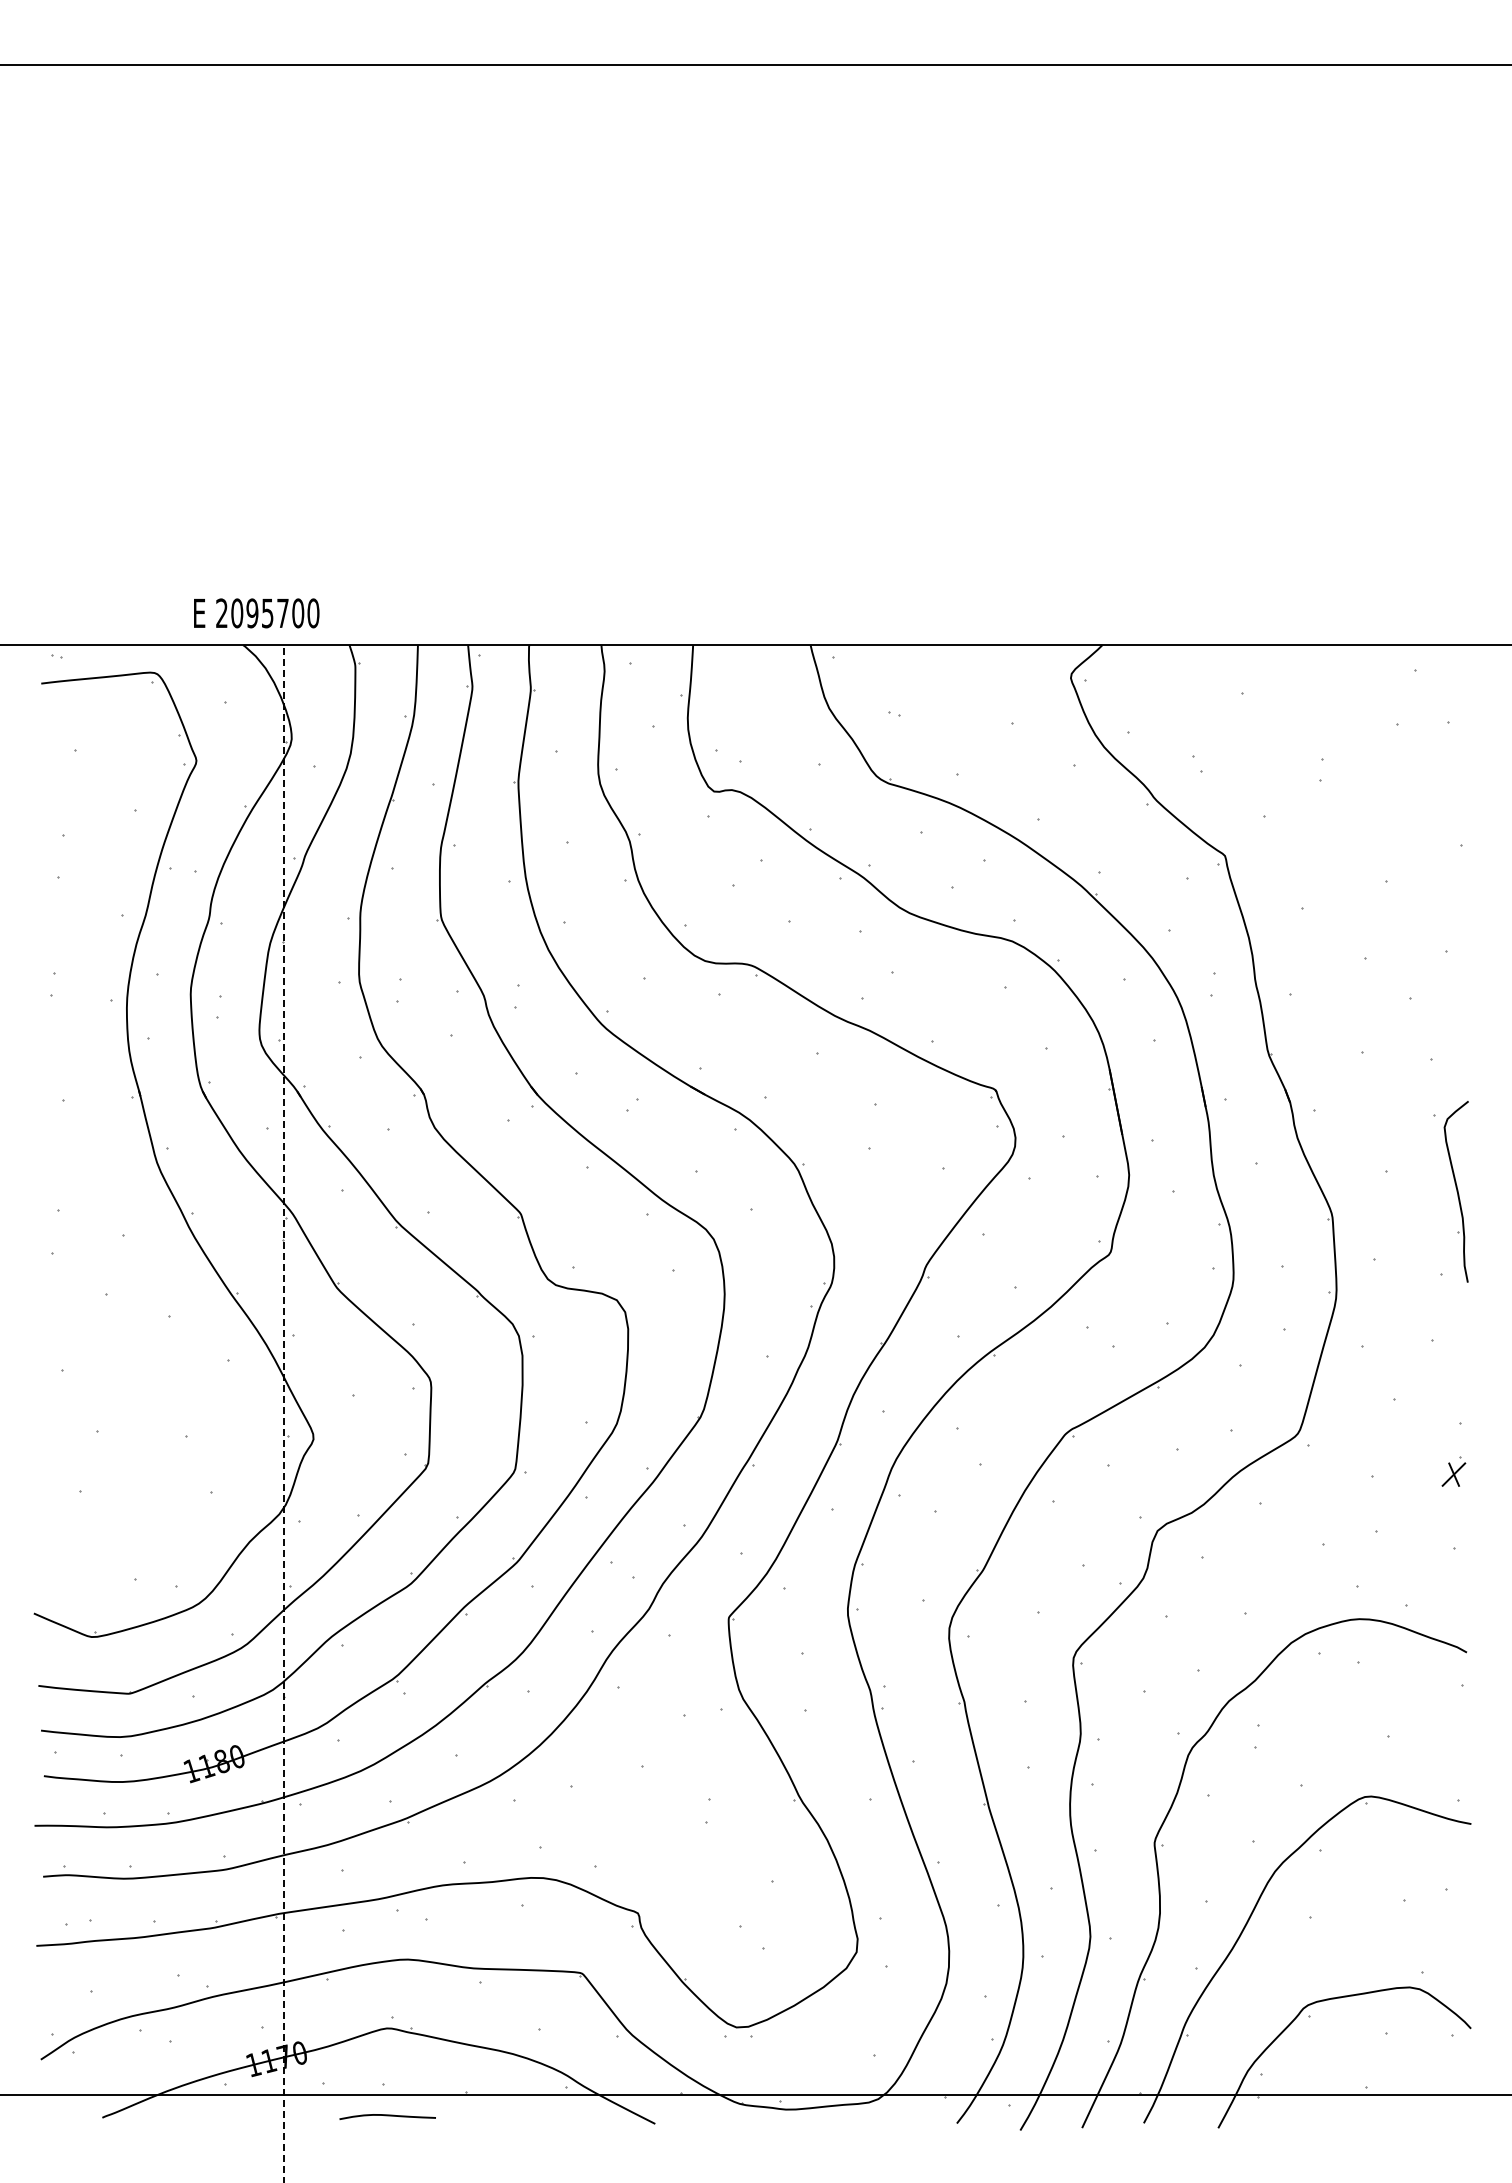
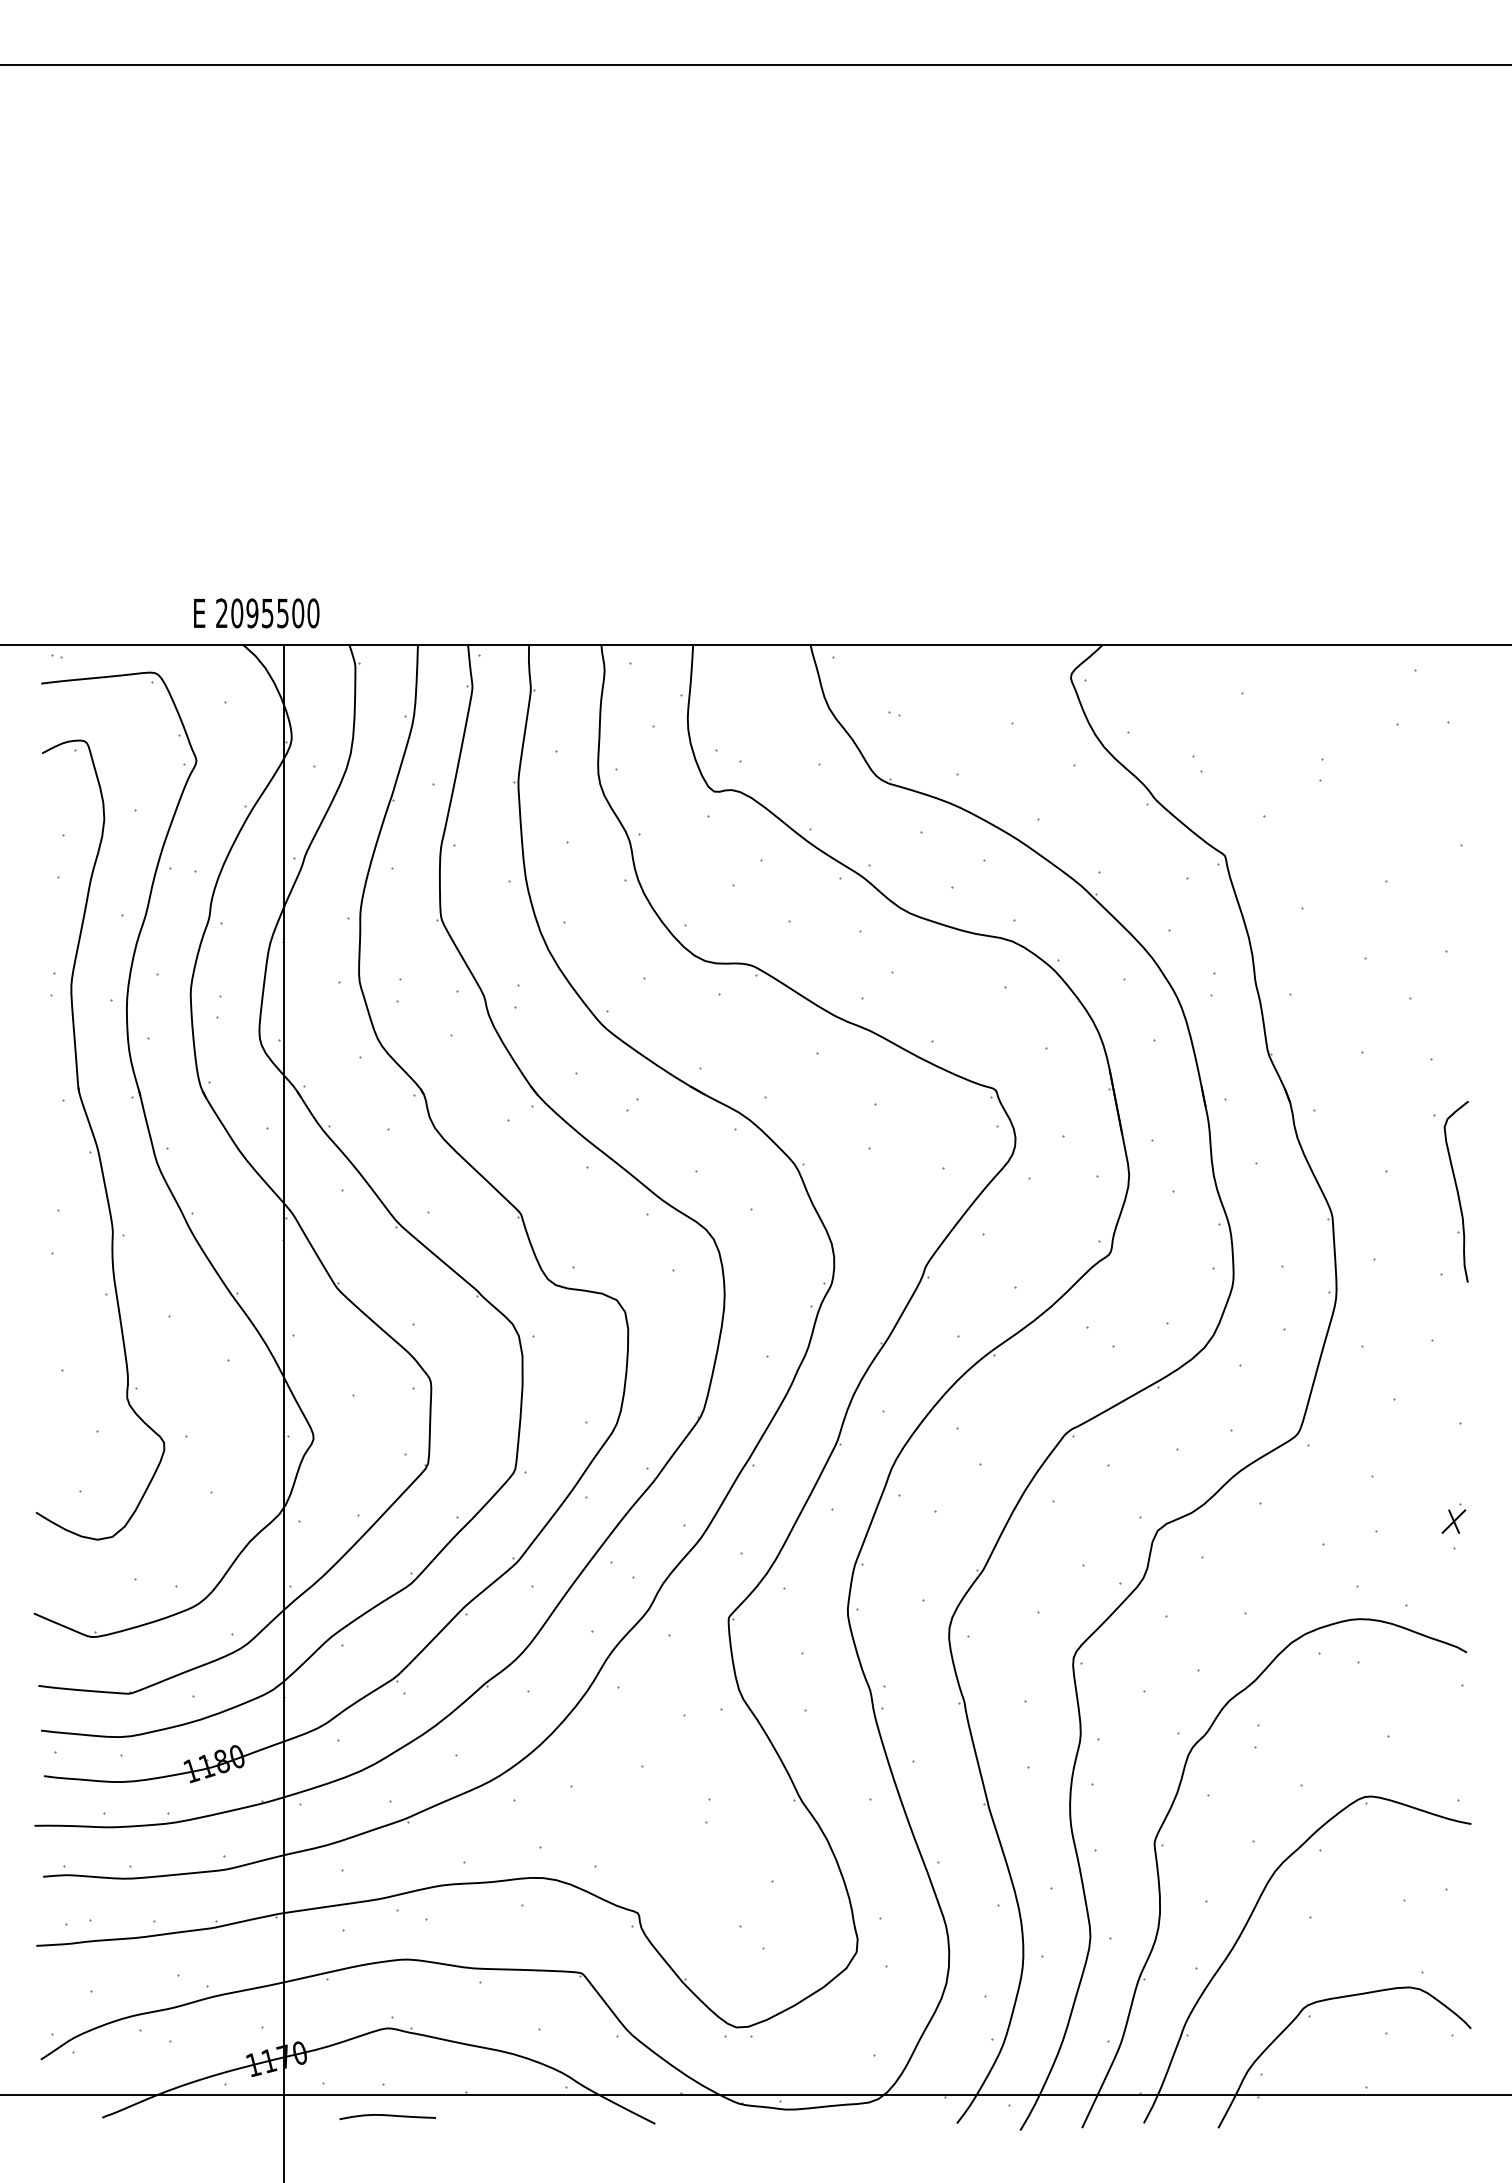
text at (282, 613): 2095700 -> 2095500
part at (100, 1139): none -> present
line at (283, 1413): dashed -> solid
part at (1453, 1471) position: (1453, 1471) -> (1453, 1518)
